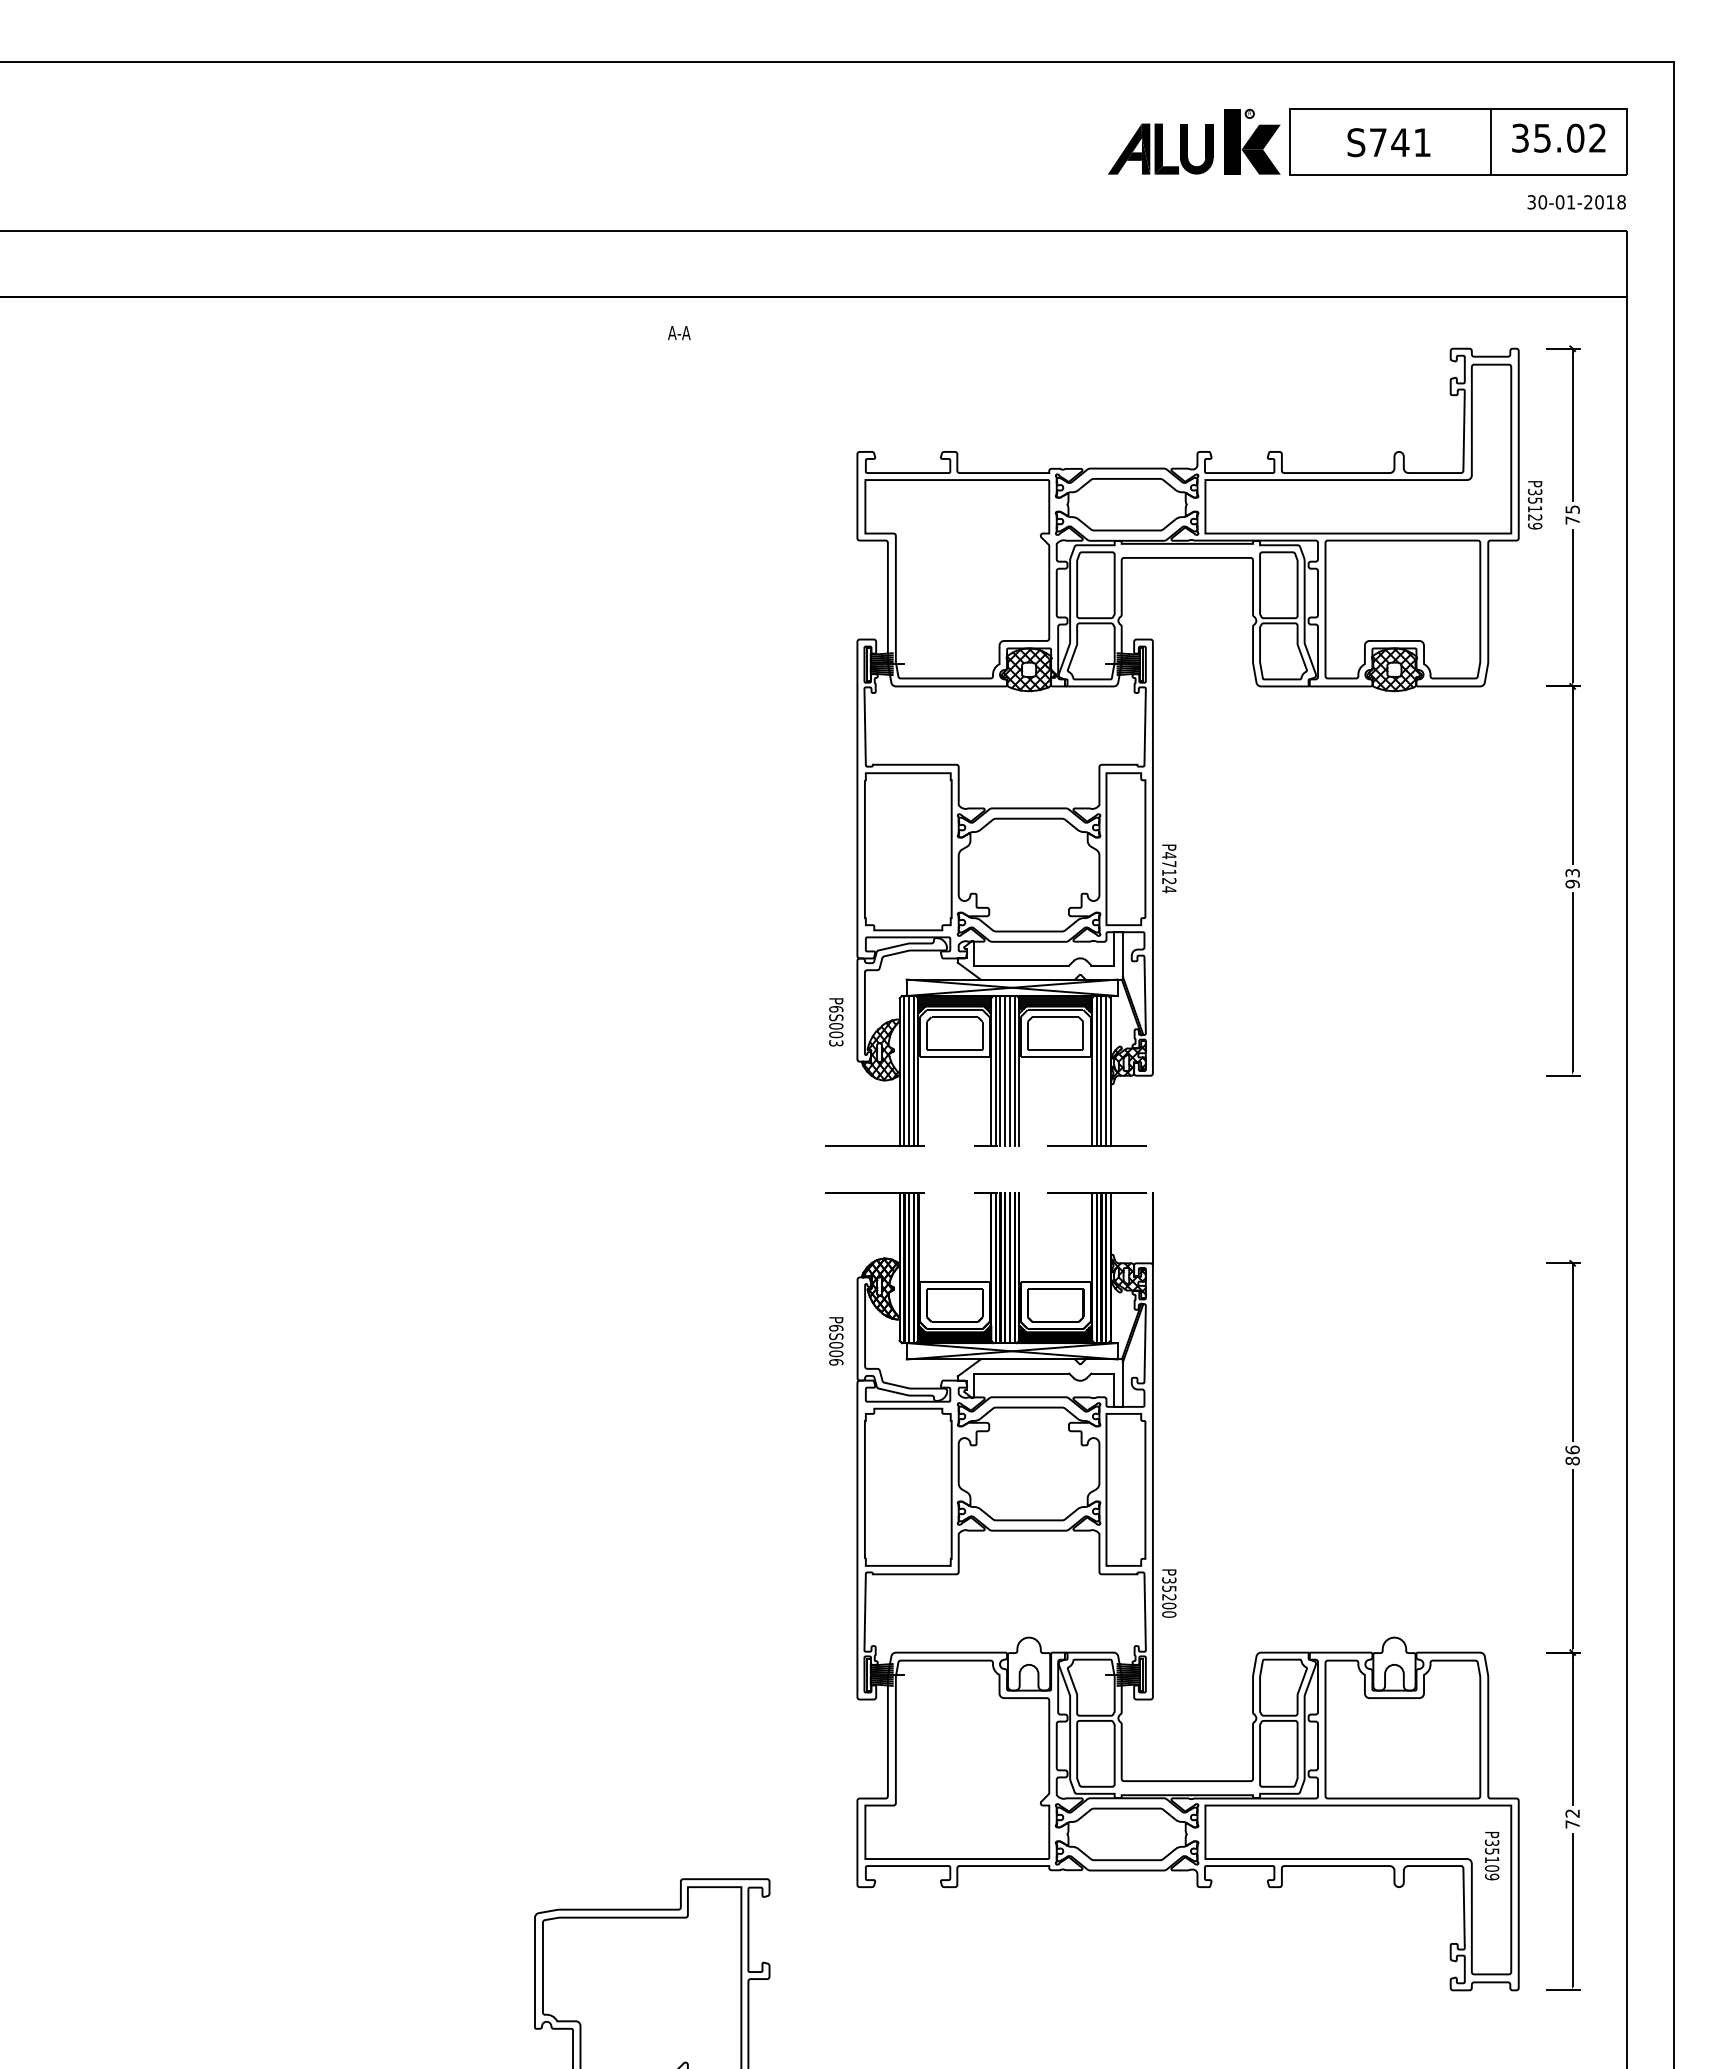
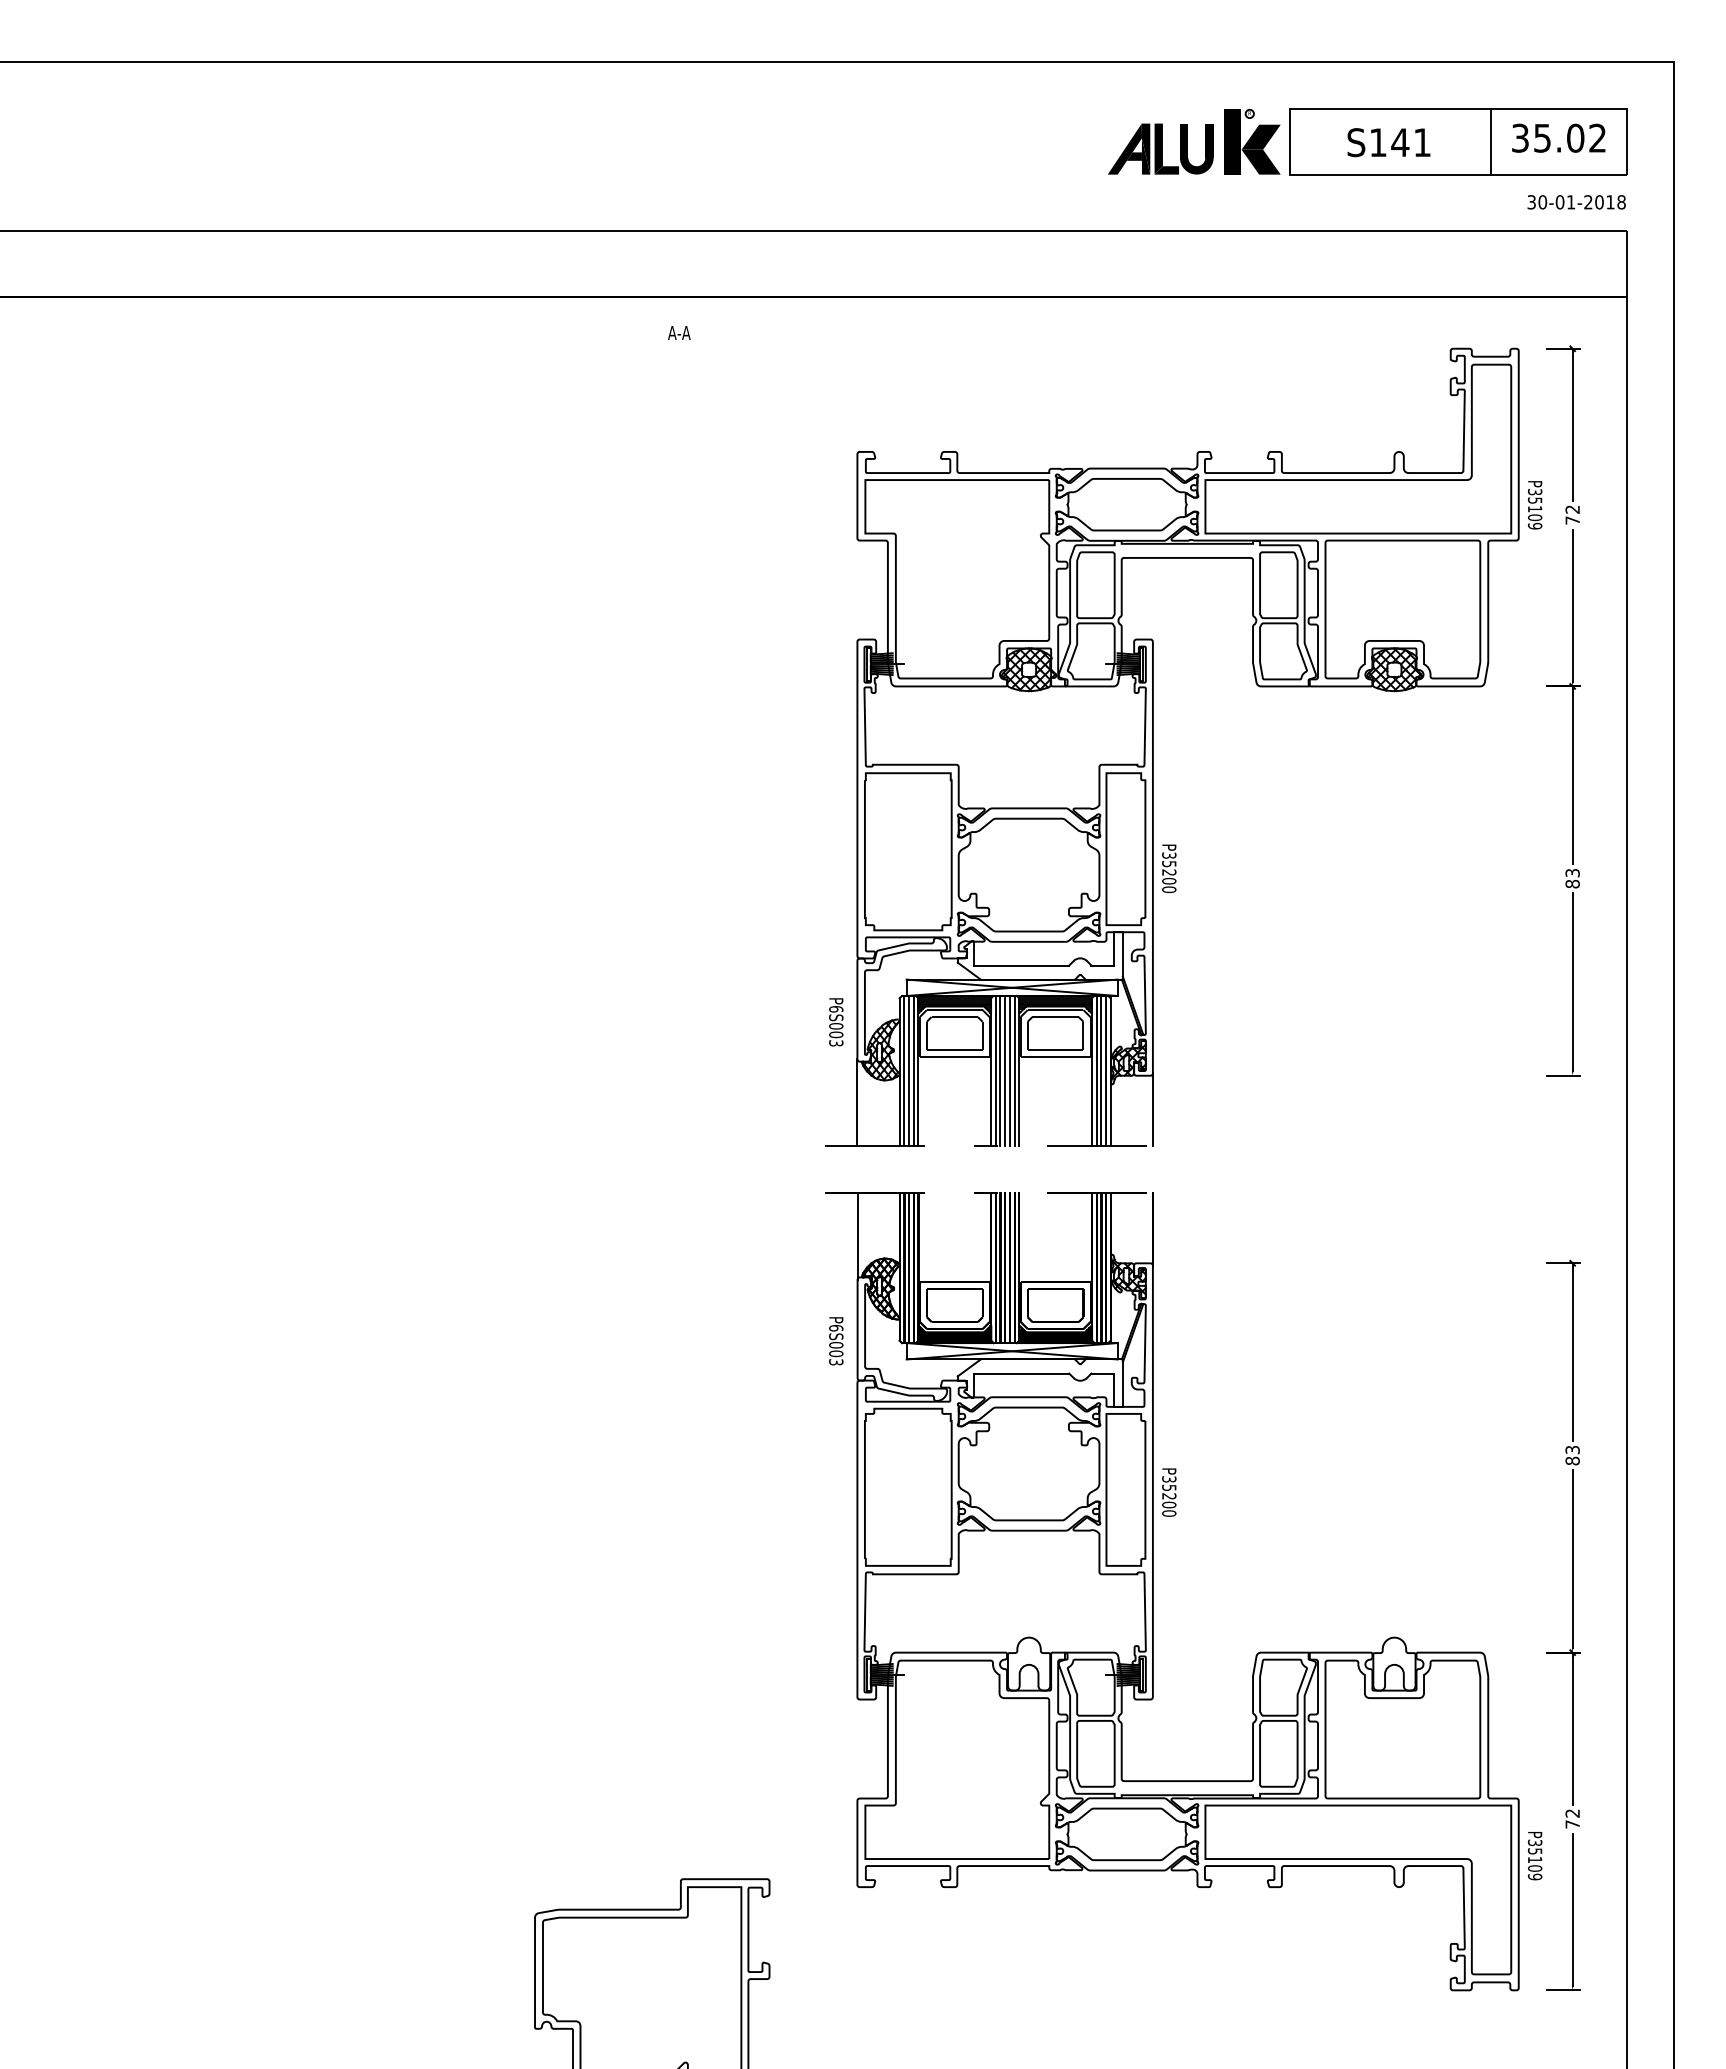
text at (1378, 142): S741 -> S141
text at (1572, 509): 75 -> 72
text at (1535, 517): P35129 -> P35109
text at (1169, 872): P47124 -> P35200
text at (1572, 883): 93 -> 83
line at (857, 1102): none -> present
line at (1152, 1109): none -> present
line at (857, 1235): none -> present
text at (836, 1362): P6S006 -> P6S003
text at (1572, 1449): 86 -> 83
text at (1169, 1593) position: (1169, 1593) -> (1169, 1492)
text at (1492, 1856) position: (1492, 1856) -> (1535, 1856)
